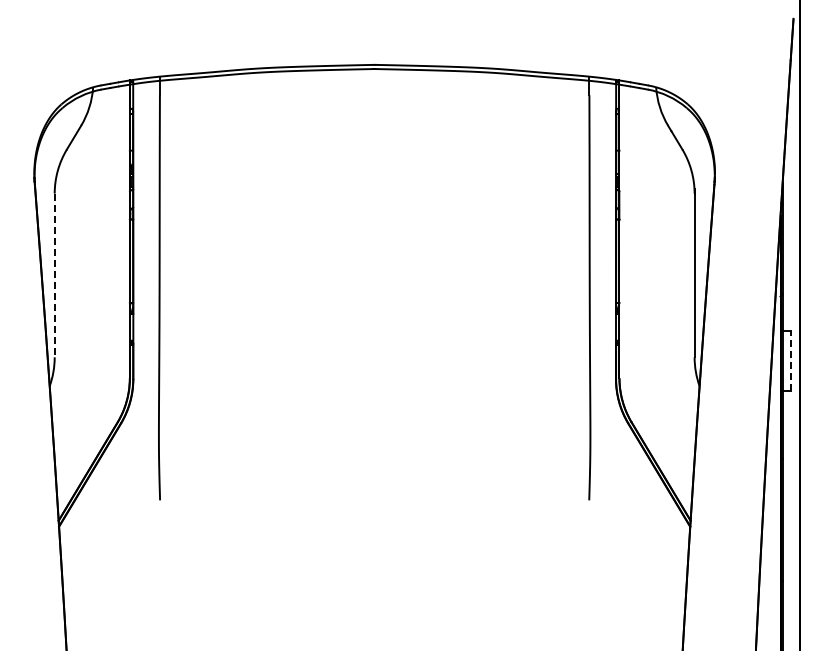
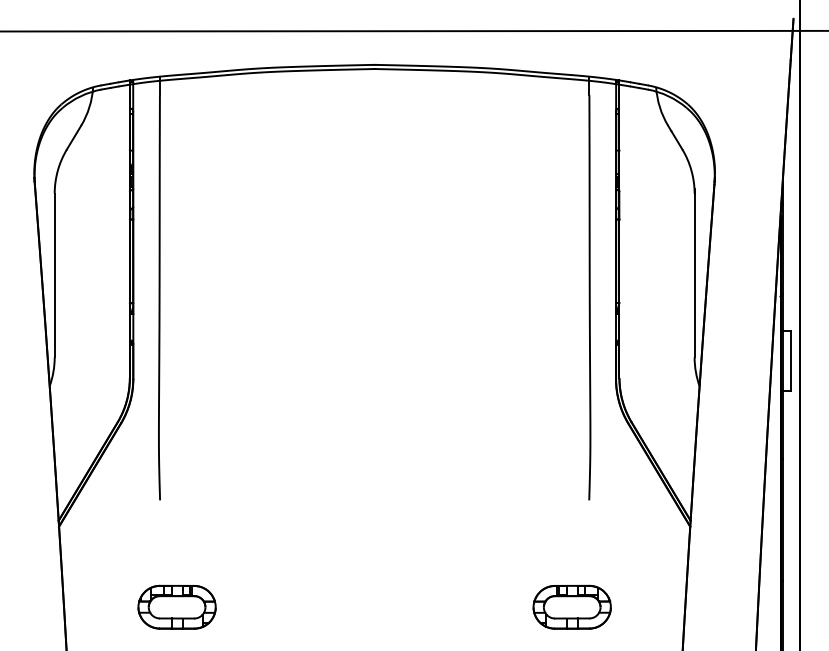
line at (413, 30): none -> present
line at (54, 275): dashed -> solid
line at (791, 360): dashed -> solid
part at (176, 606): none -> present
part at (571, 606): none -> present
